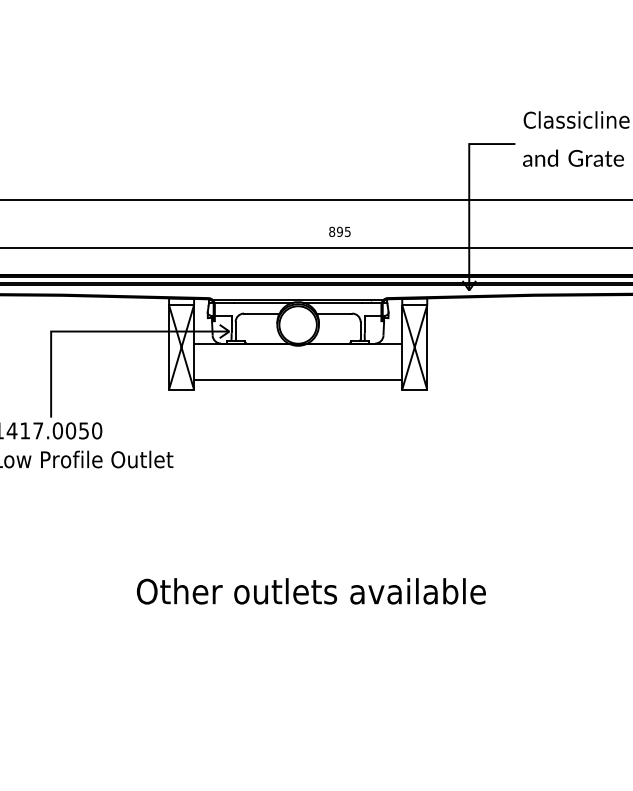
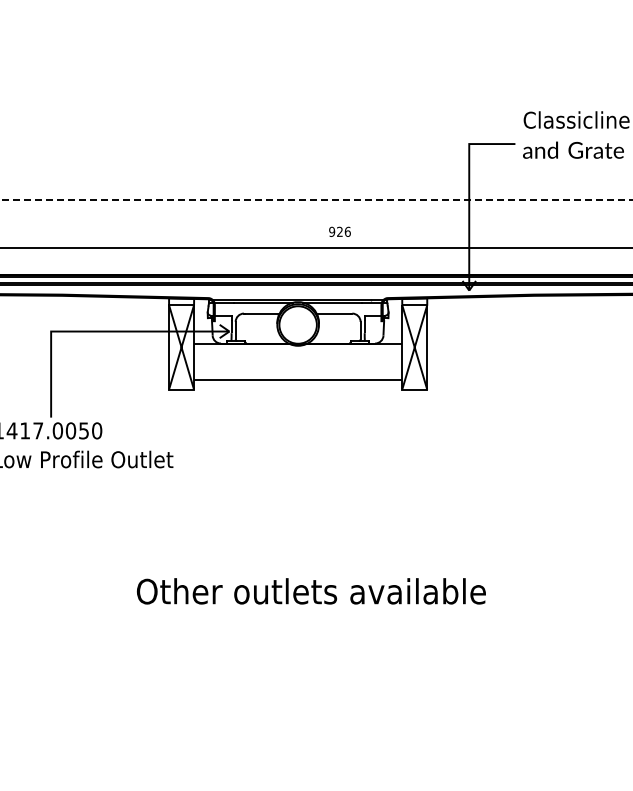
text at (573, 157) position: (573, 157) -> (573, 149)
line at (316, 199): solid -> dashed
text at (339, 231): 895 -> 926
